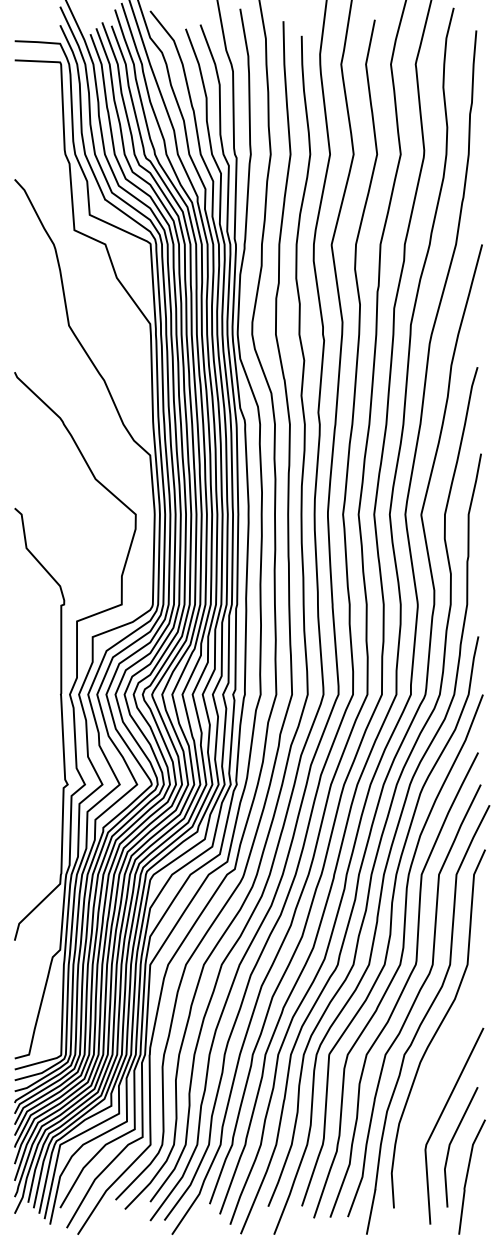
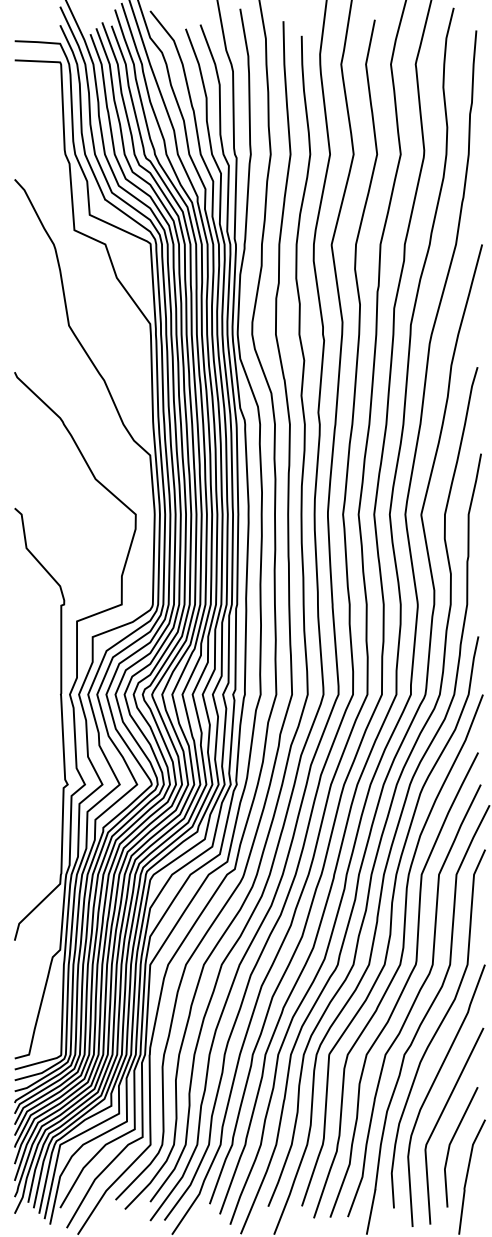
curve at (432, 1087): none -> present
